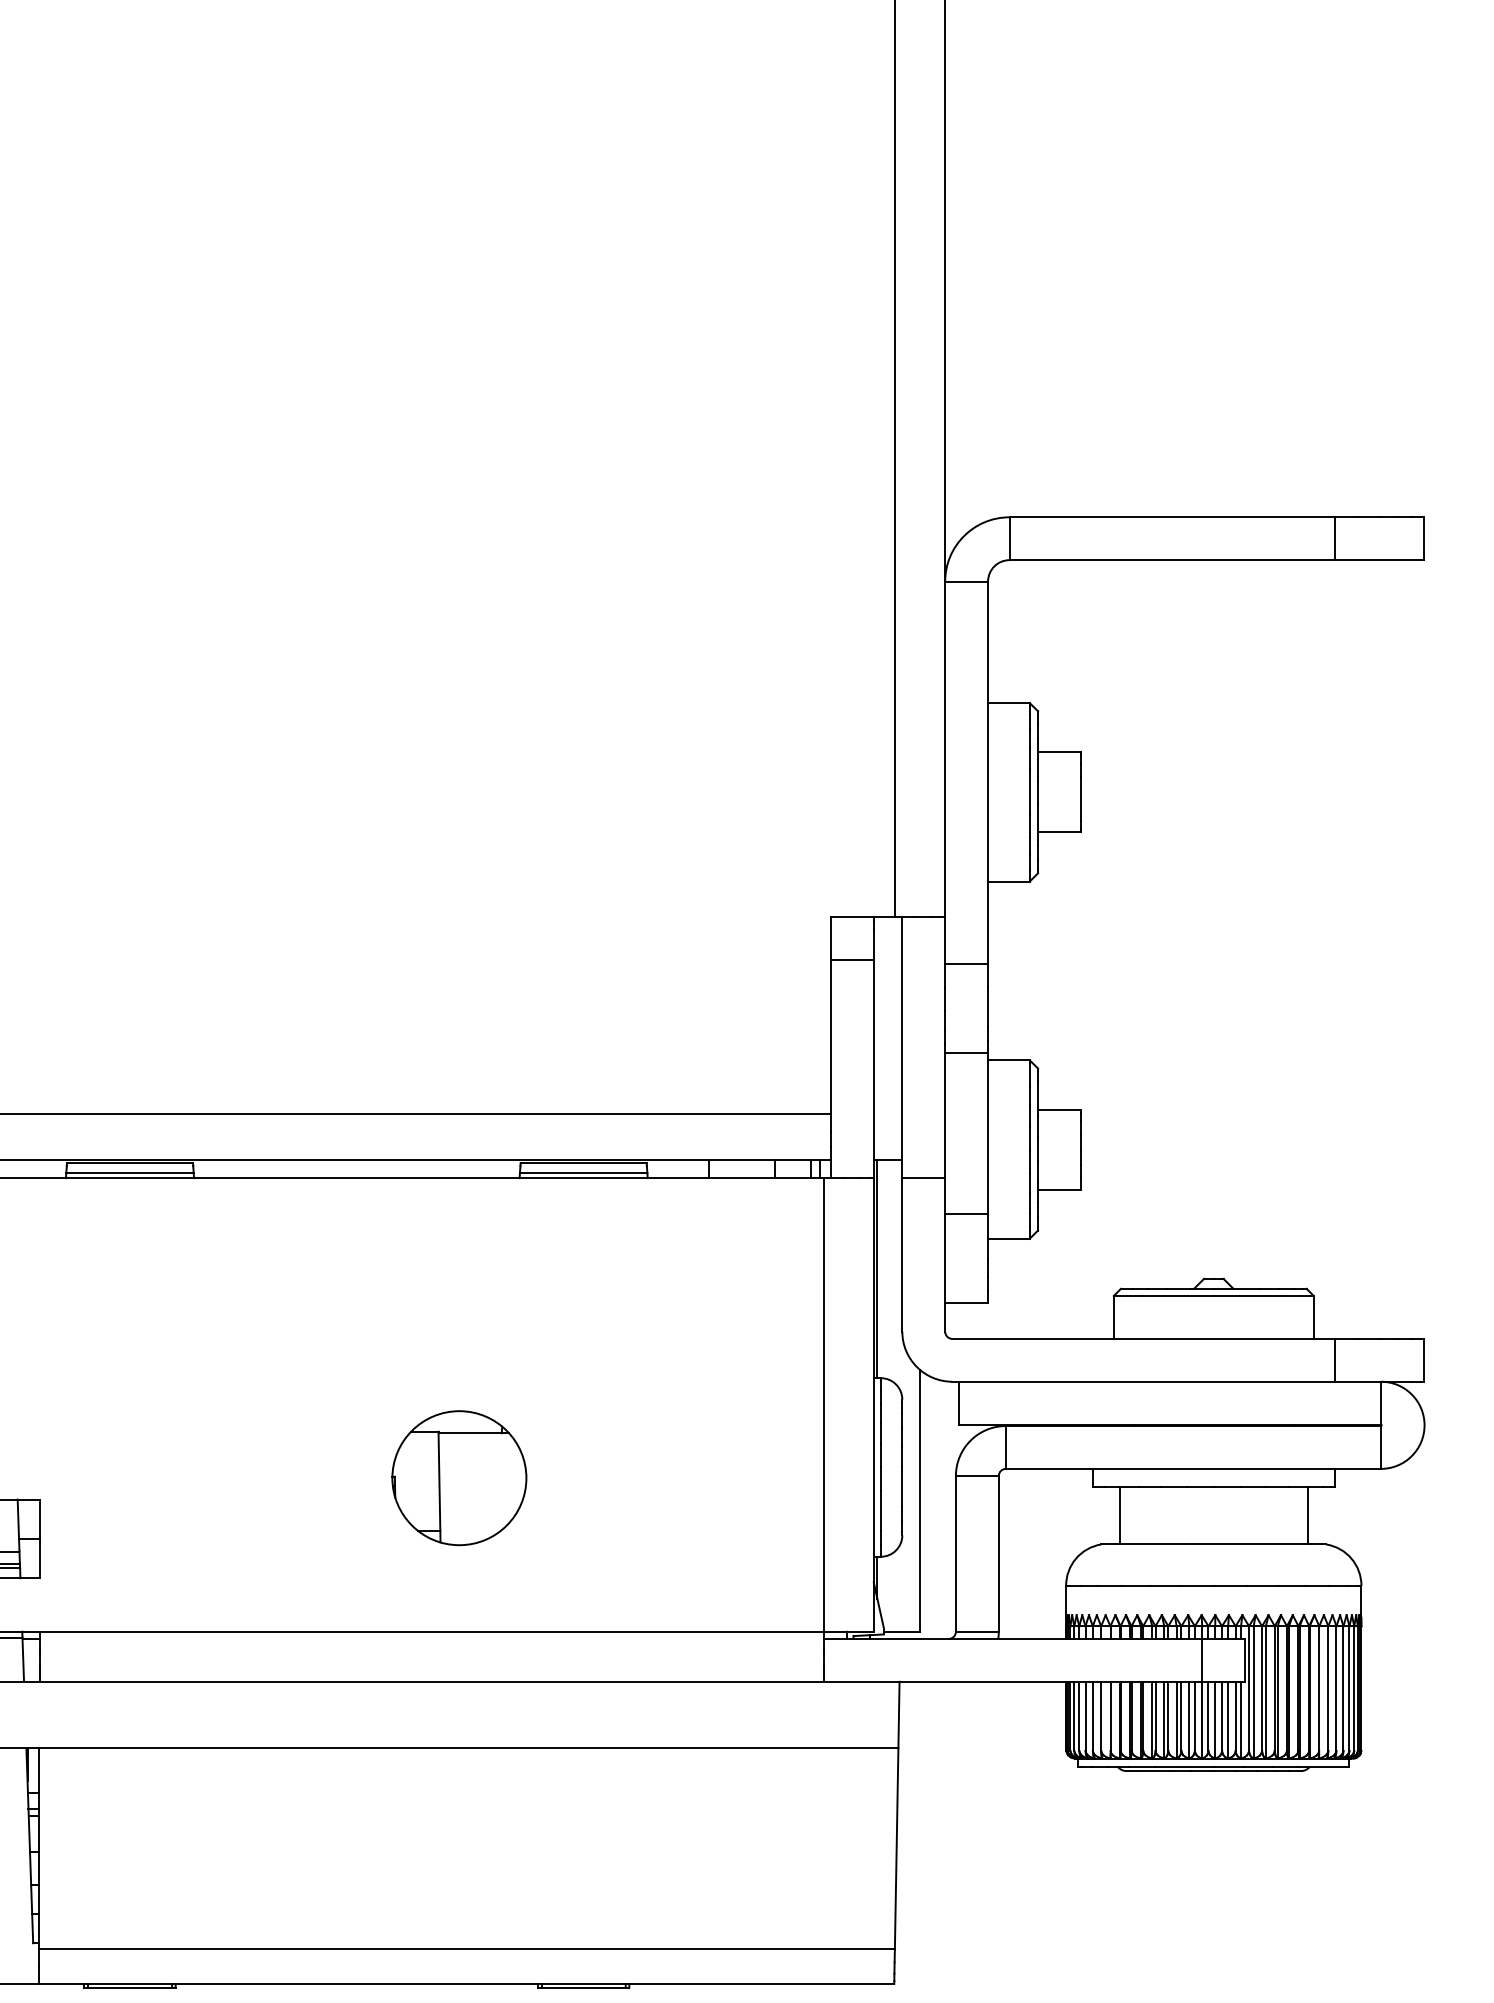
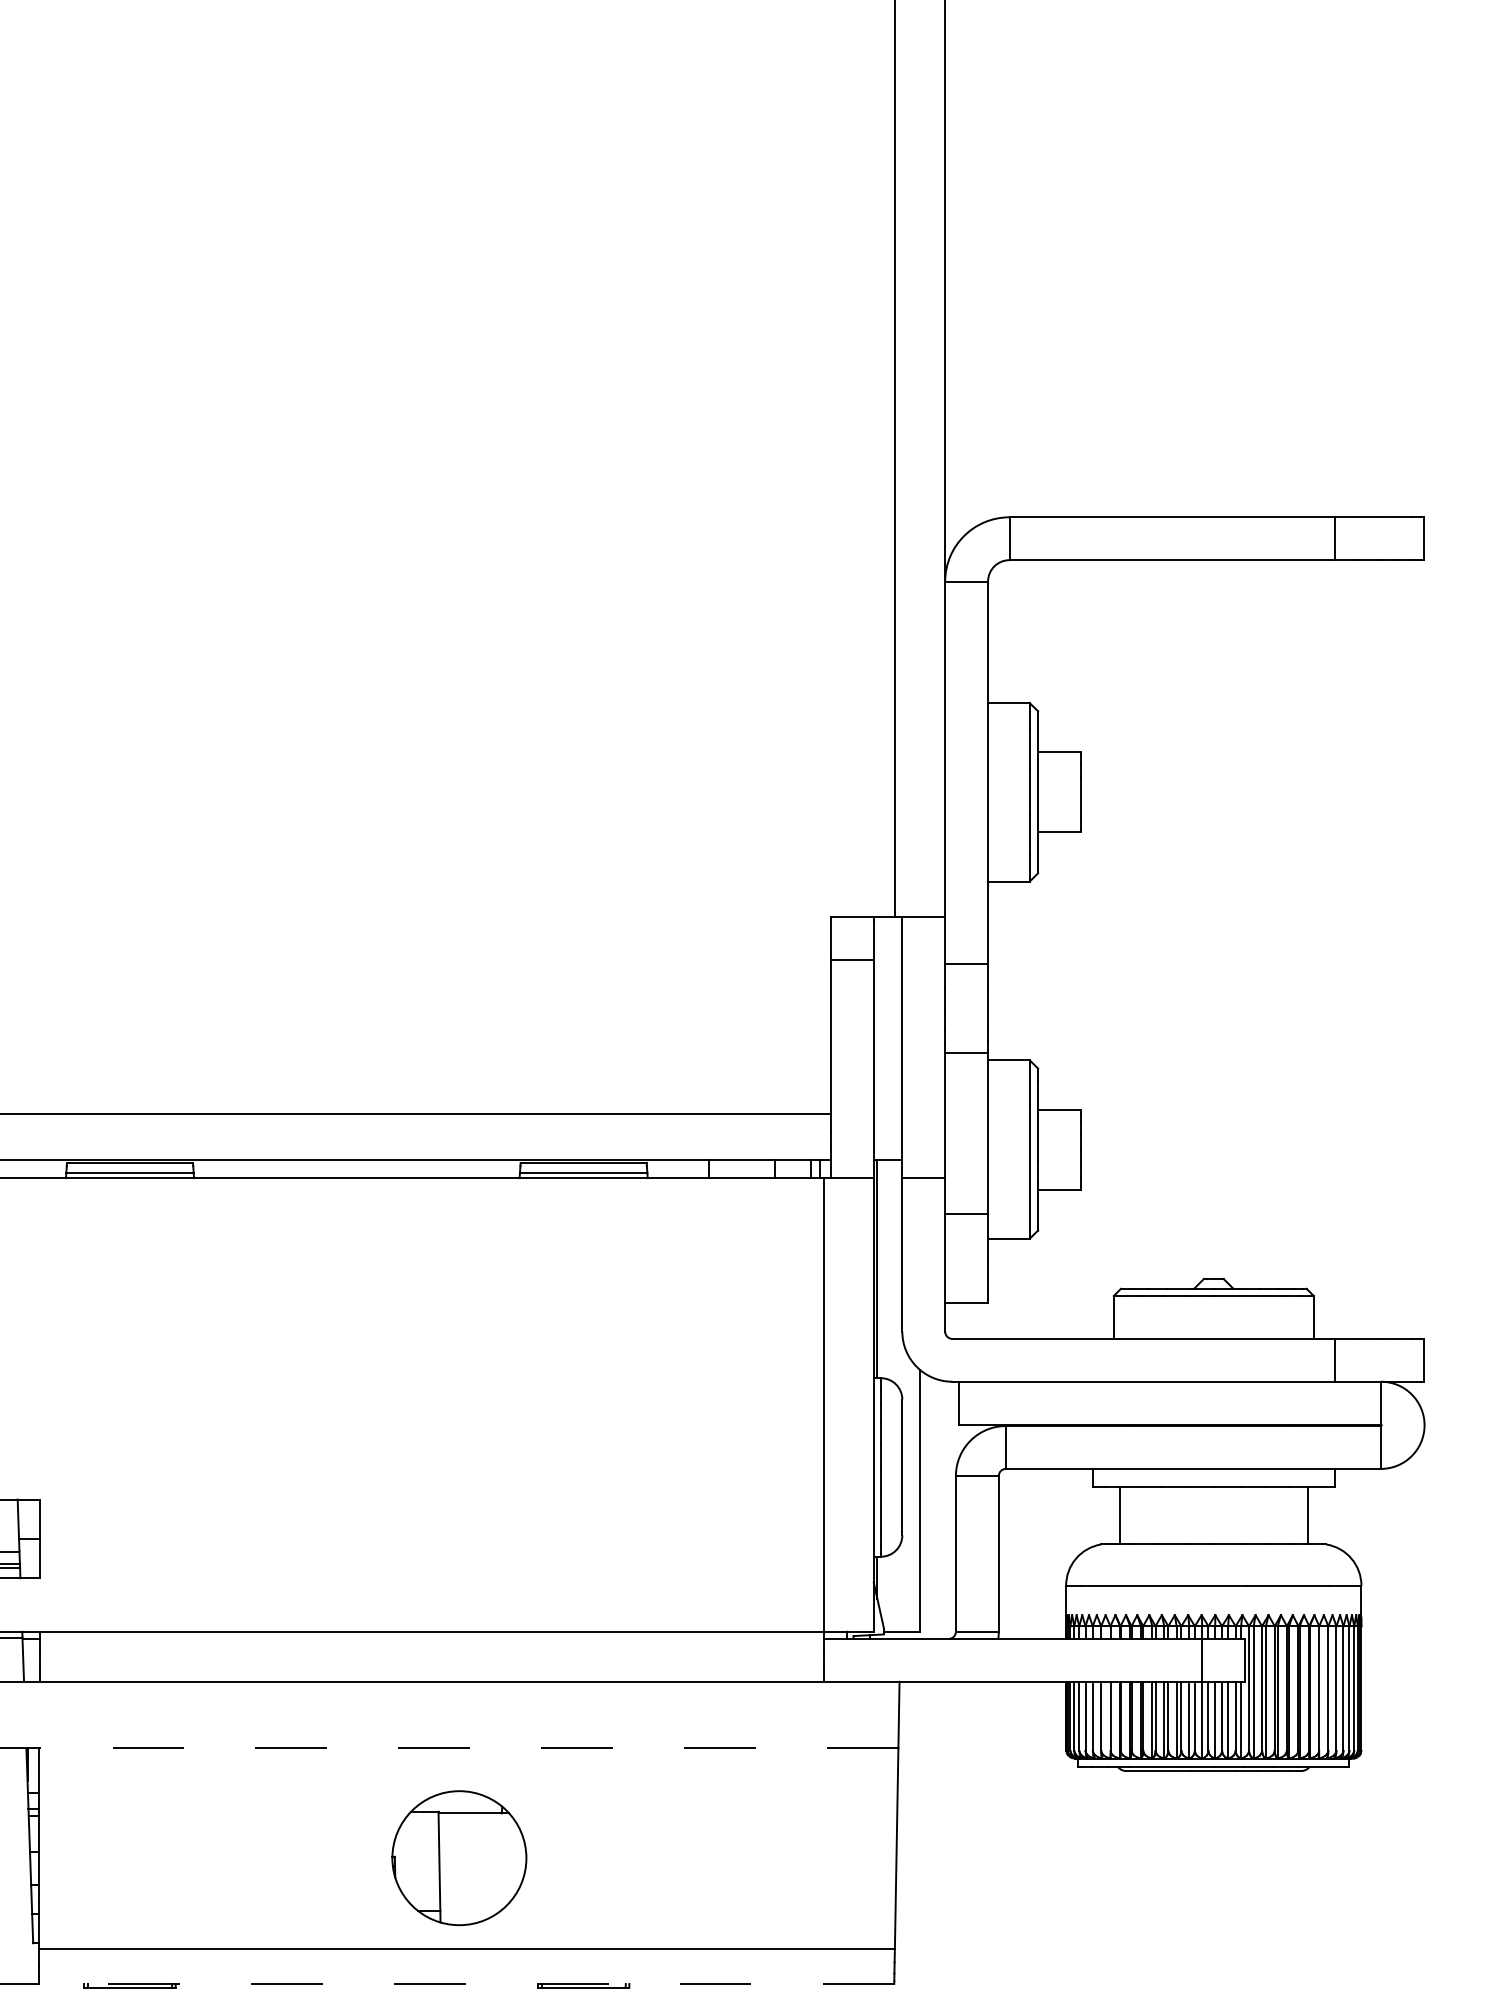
part at (459, 1478) position: (459, 1478) -> (459, 1858)
line at (468, 1748): solid -> dashed
line at (466, 1983): solid -> dashed
